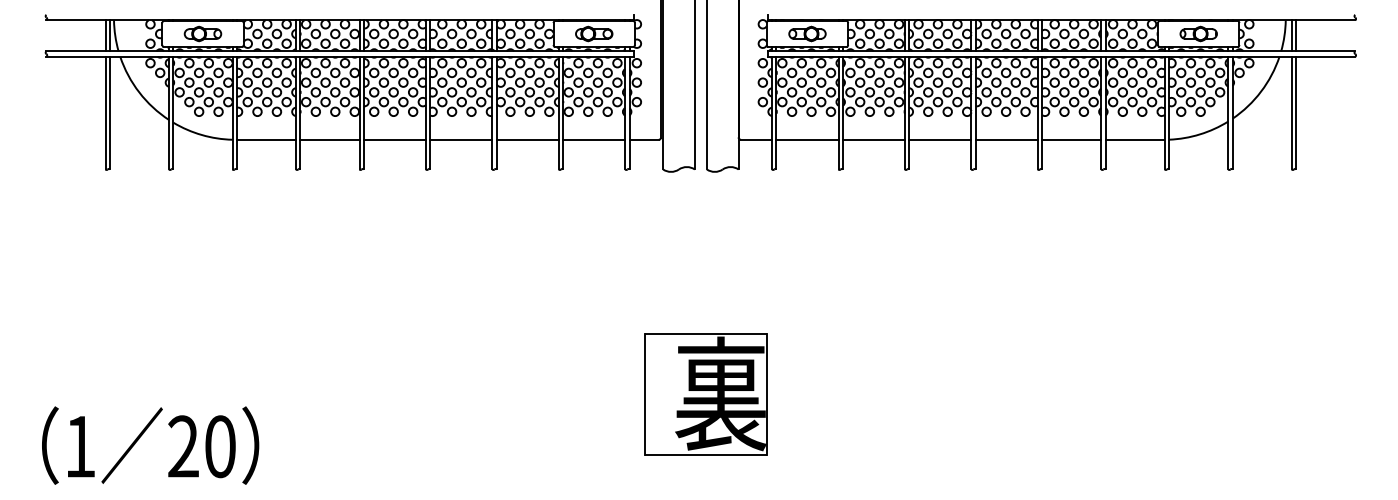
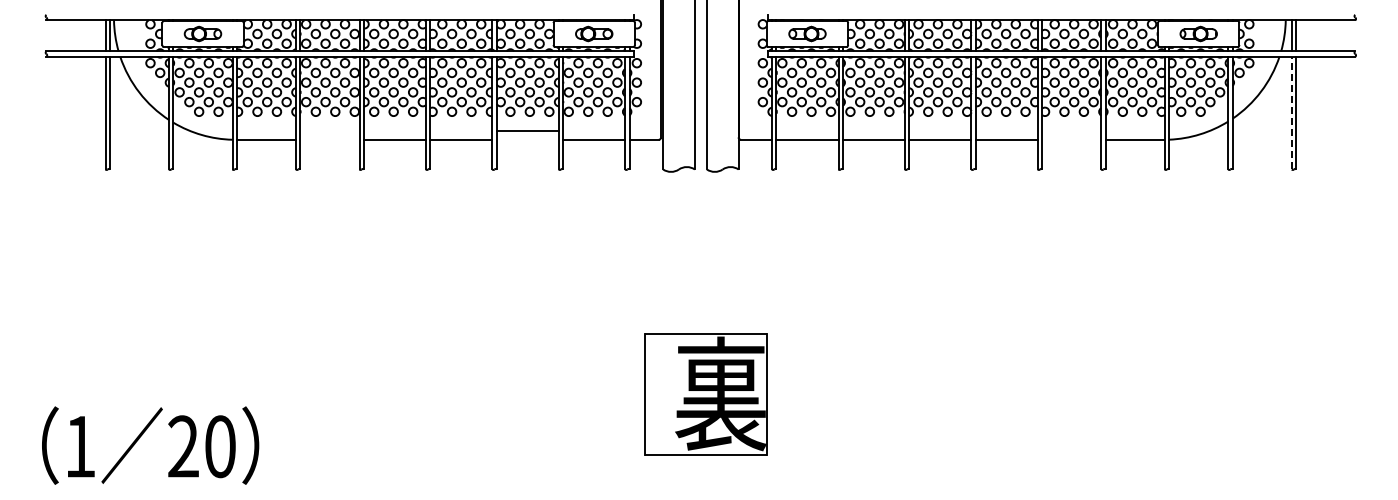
line at (1291, 112): solid -> dashed
line at (329, 139): present -> none
line at (527, 139) position: (527, 139) -> (527, 130)
line at (1071, 139): present -> none
